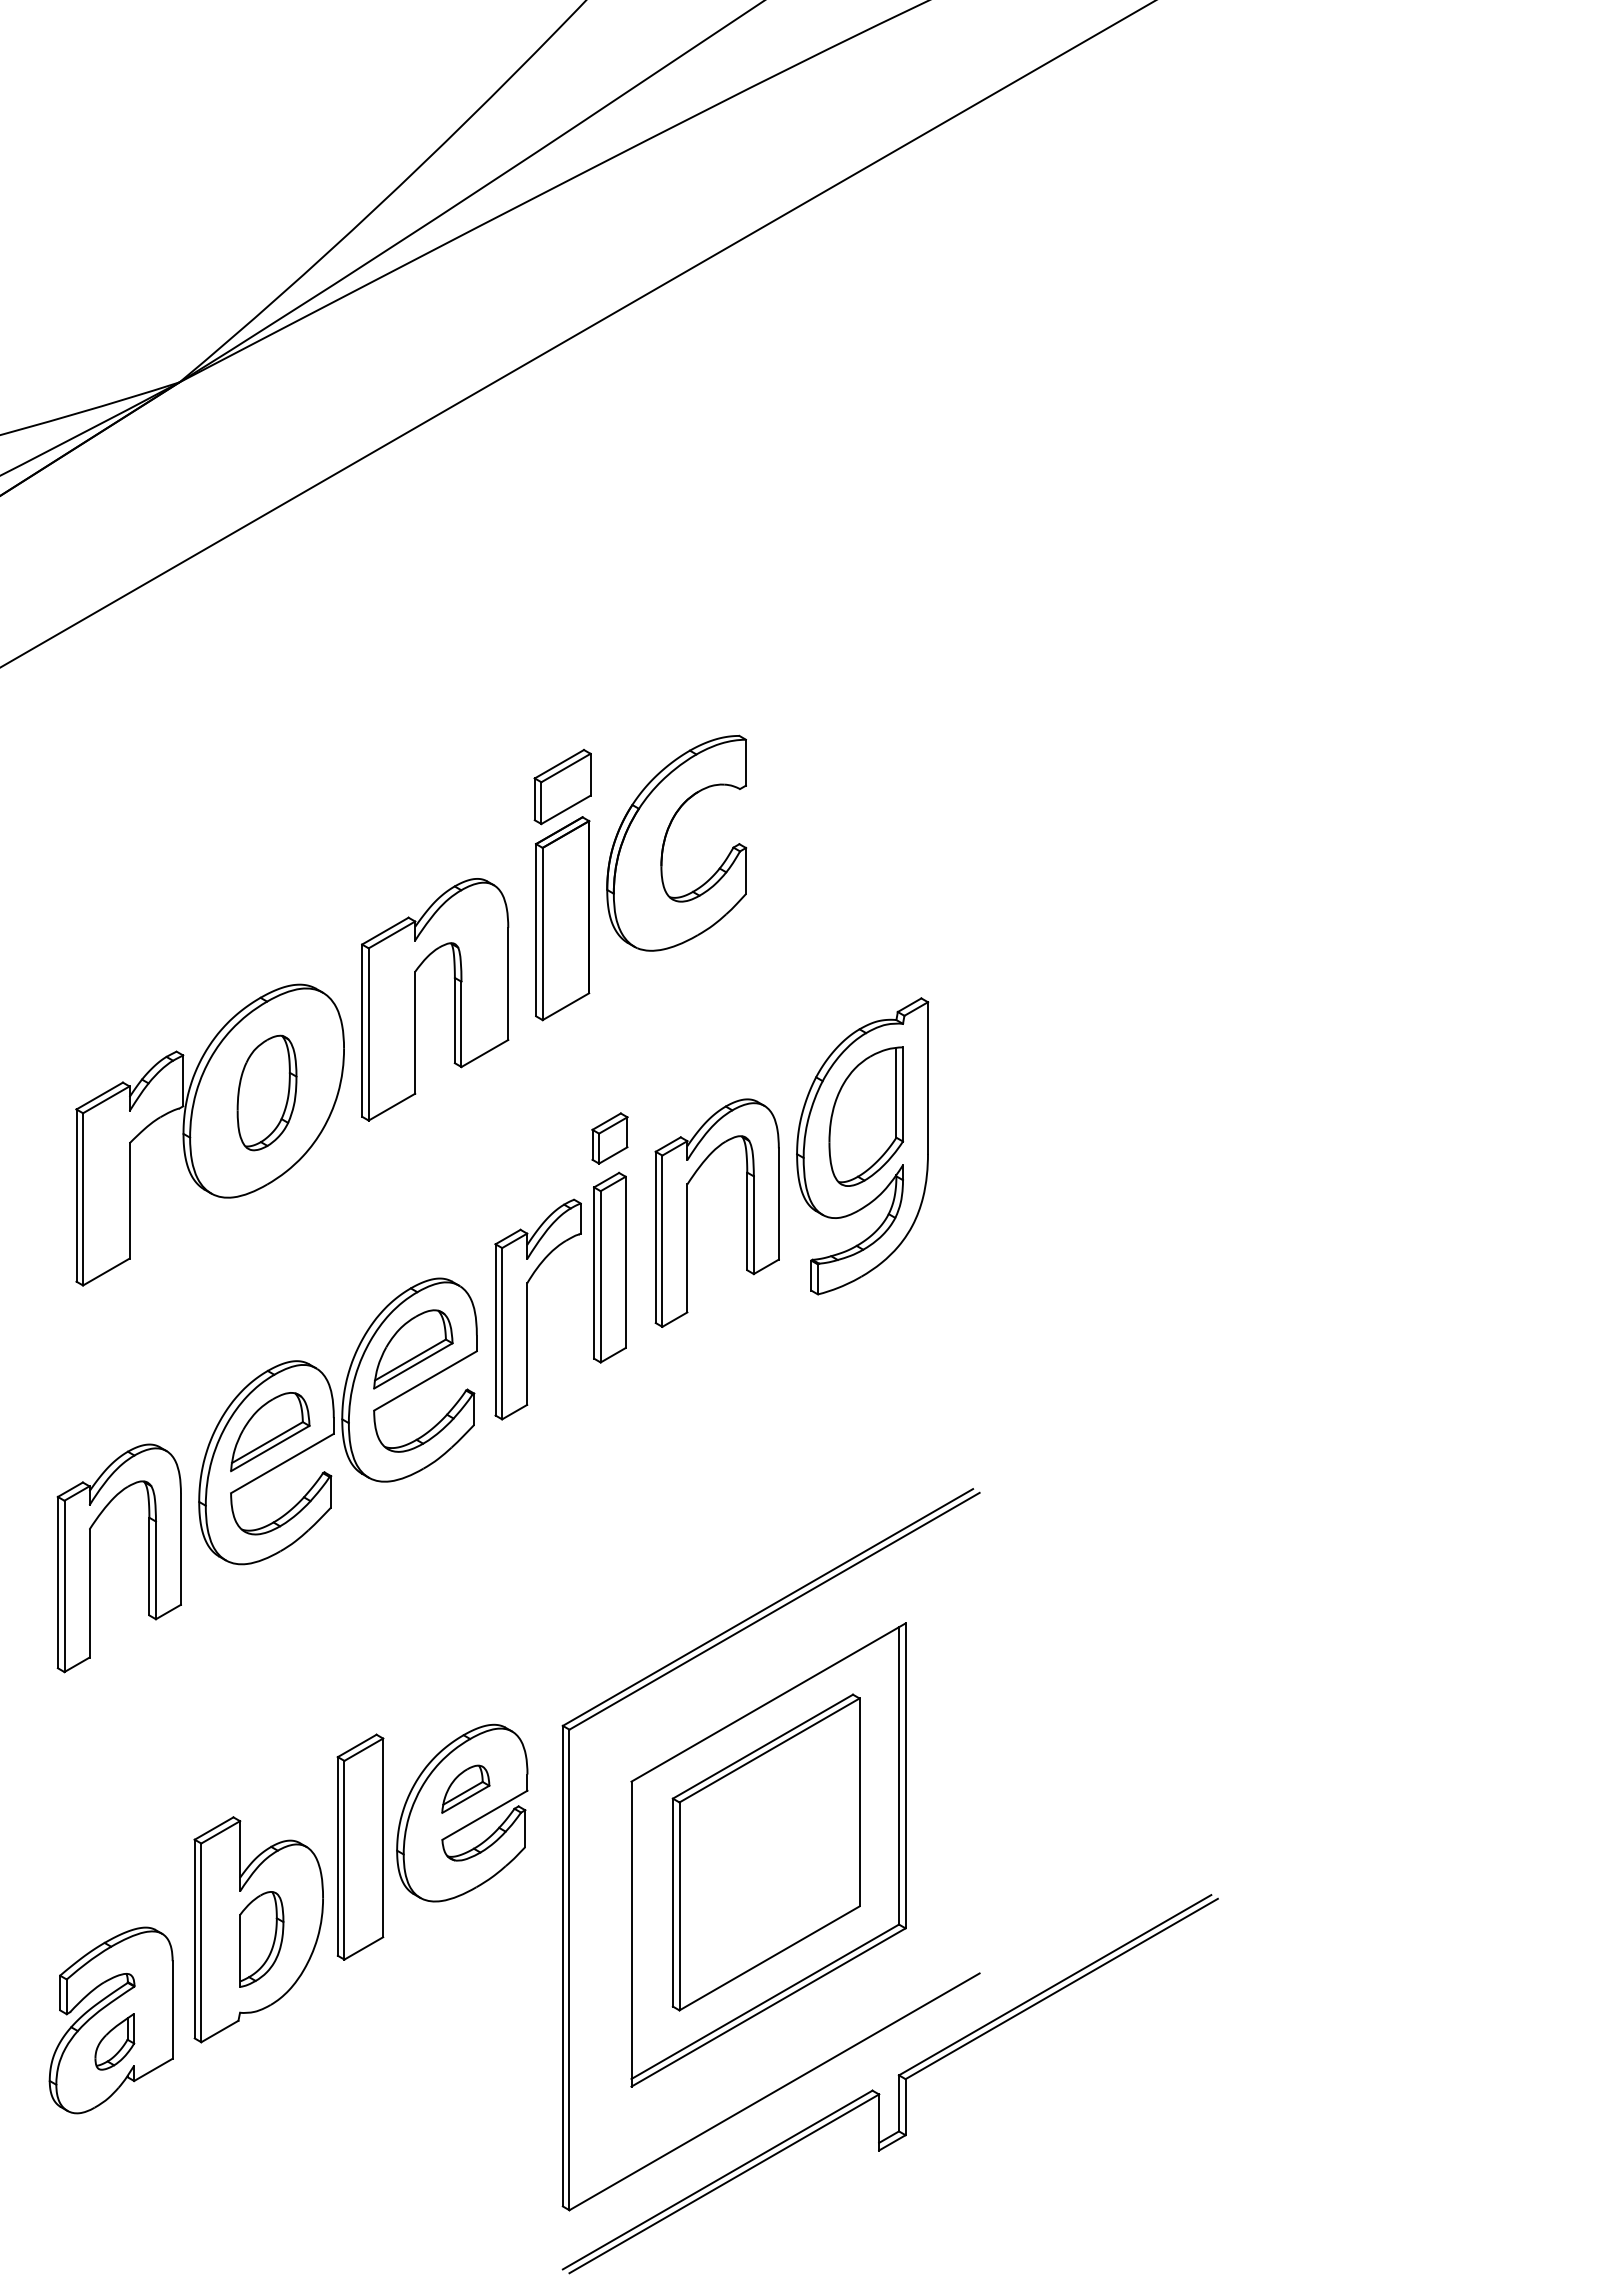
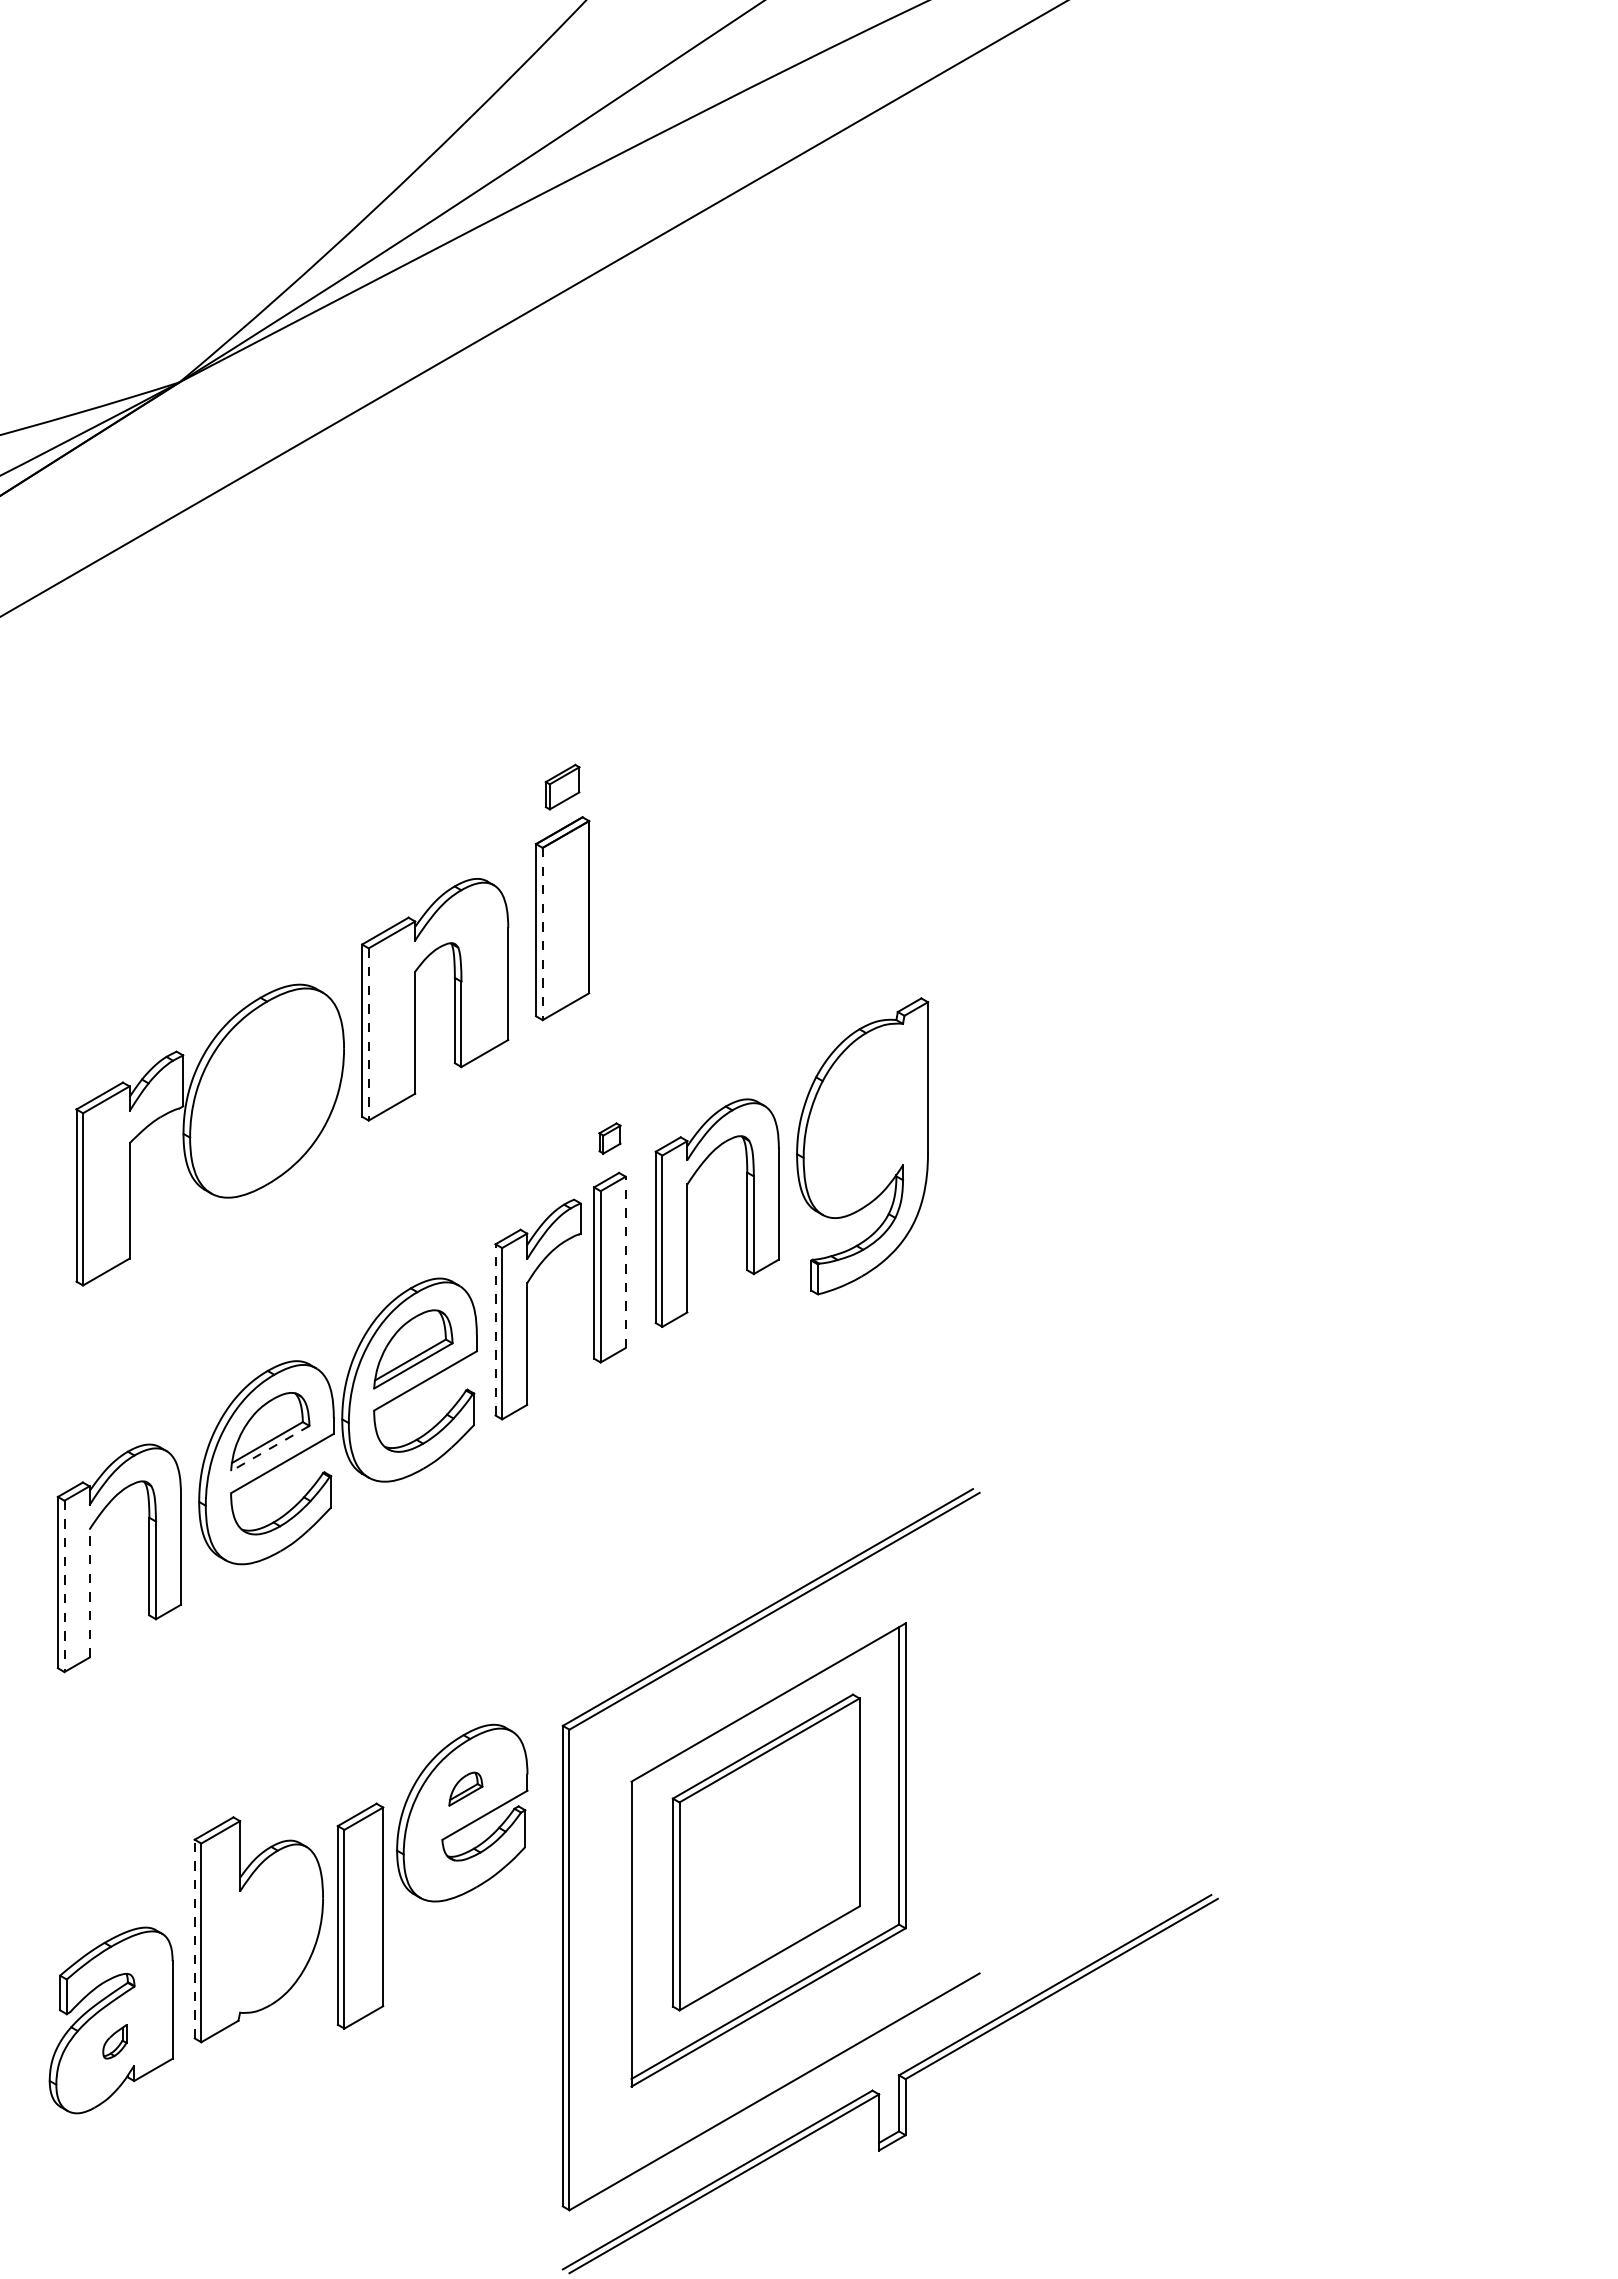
line at (577, 334) position: (577, 334) -> (533, 308)
part at (562, 787) size: 59x77 px -> 37x48 px
part at (665, 841): present -> none
line at (542, 934): solid -> dashed
line at (368, 1034): solid -> dashed
part at (266, 1092): present -> none
part at (866, 1116): present -> none
part at (609, 1138) size: 38x53 px -> 24x33 px
line at (625, 1262): solid -> dashed
line at (495, 1329): solid -> dashed
line at (269, 1448): solid -> dashed
line at (64, 1586): solid -> dashed
line at (89, 1593): solid -> dashed
part at (465, 1788) size: 50x50 px -> 36x36 px
part at (360, 1846) position: (360, 1846) -> (360, 1915)
line at (194, 1938): solid -> dashed
part at (261, 1939): present -> none
part at (114, 2041) size: 42x58 px -> 26x36 px
